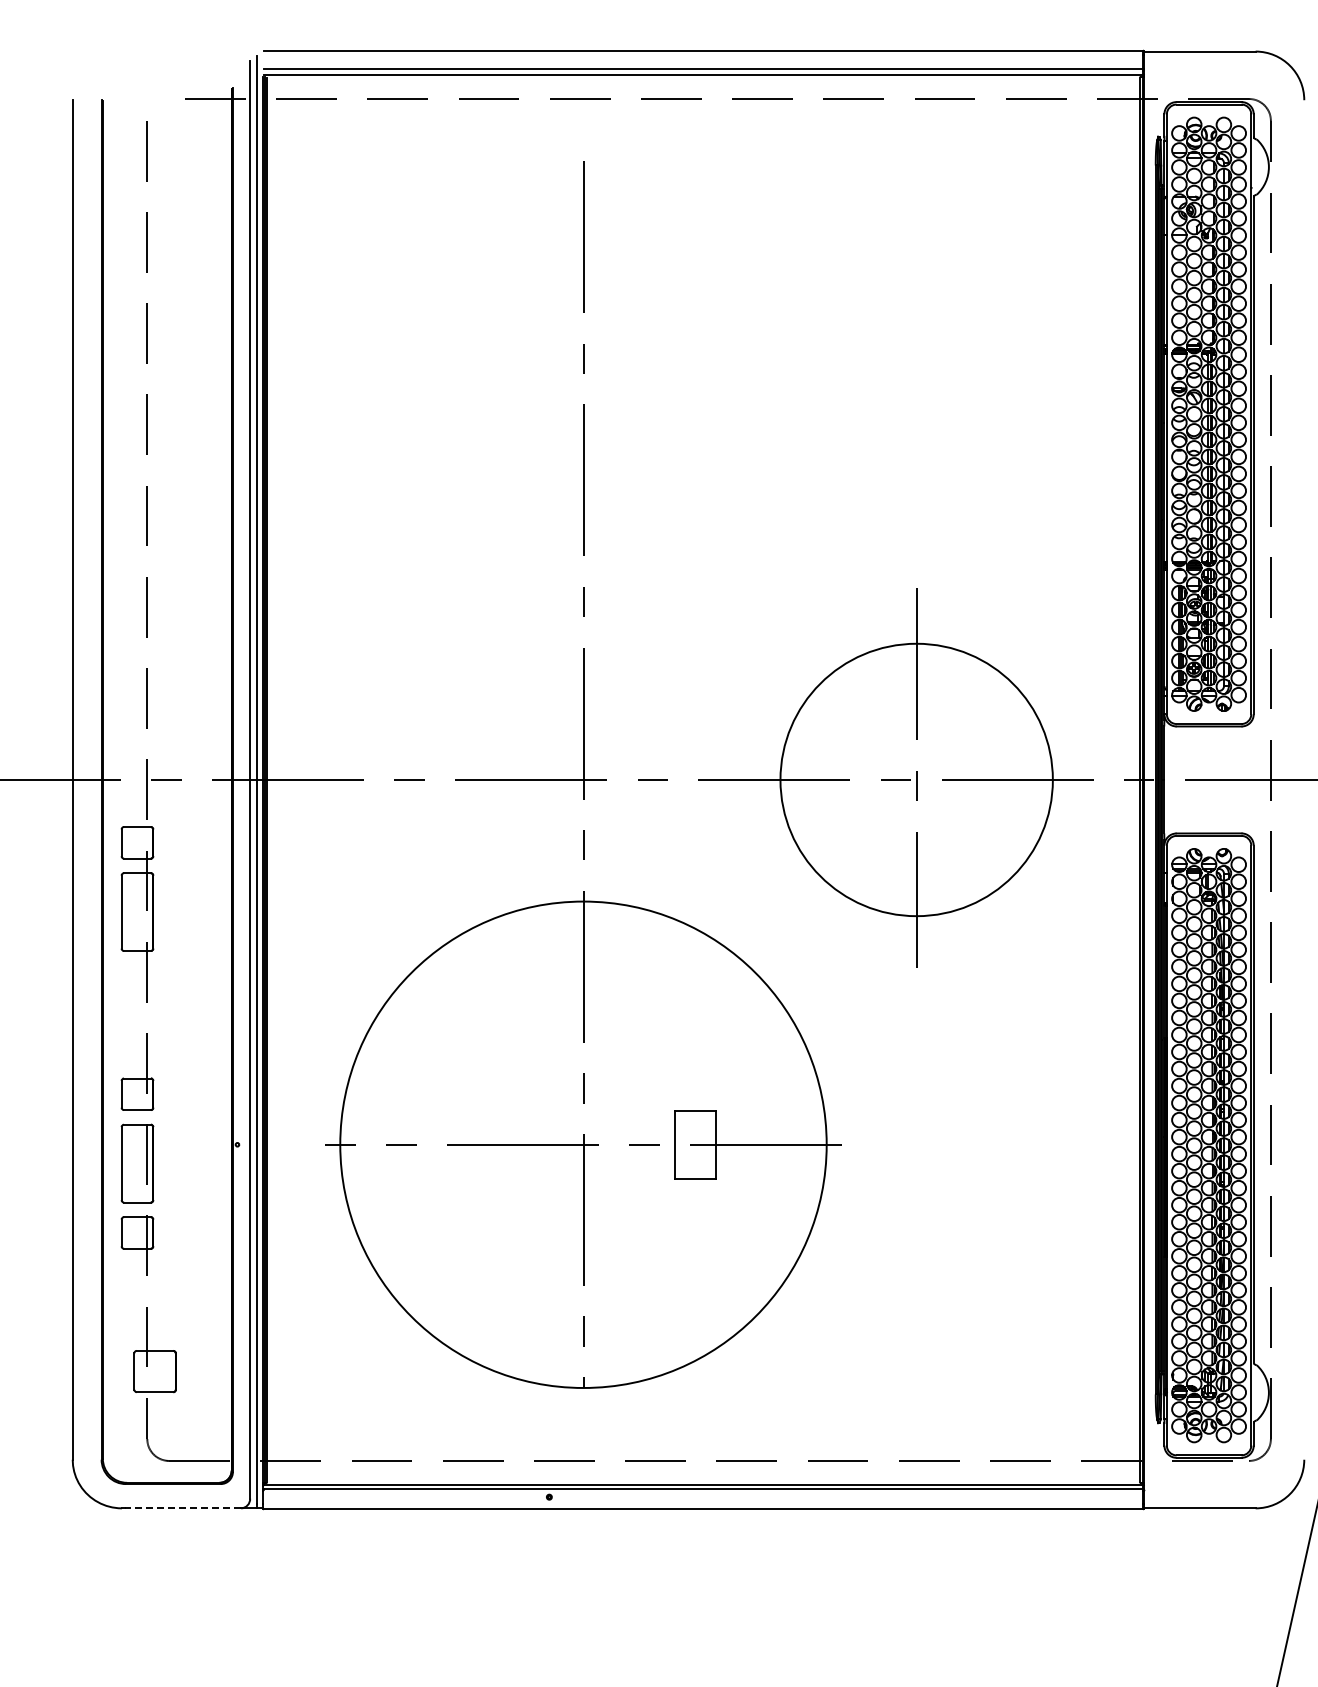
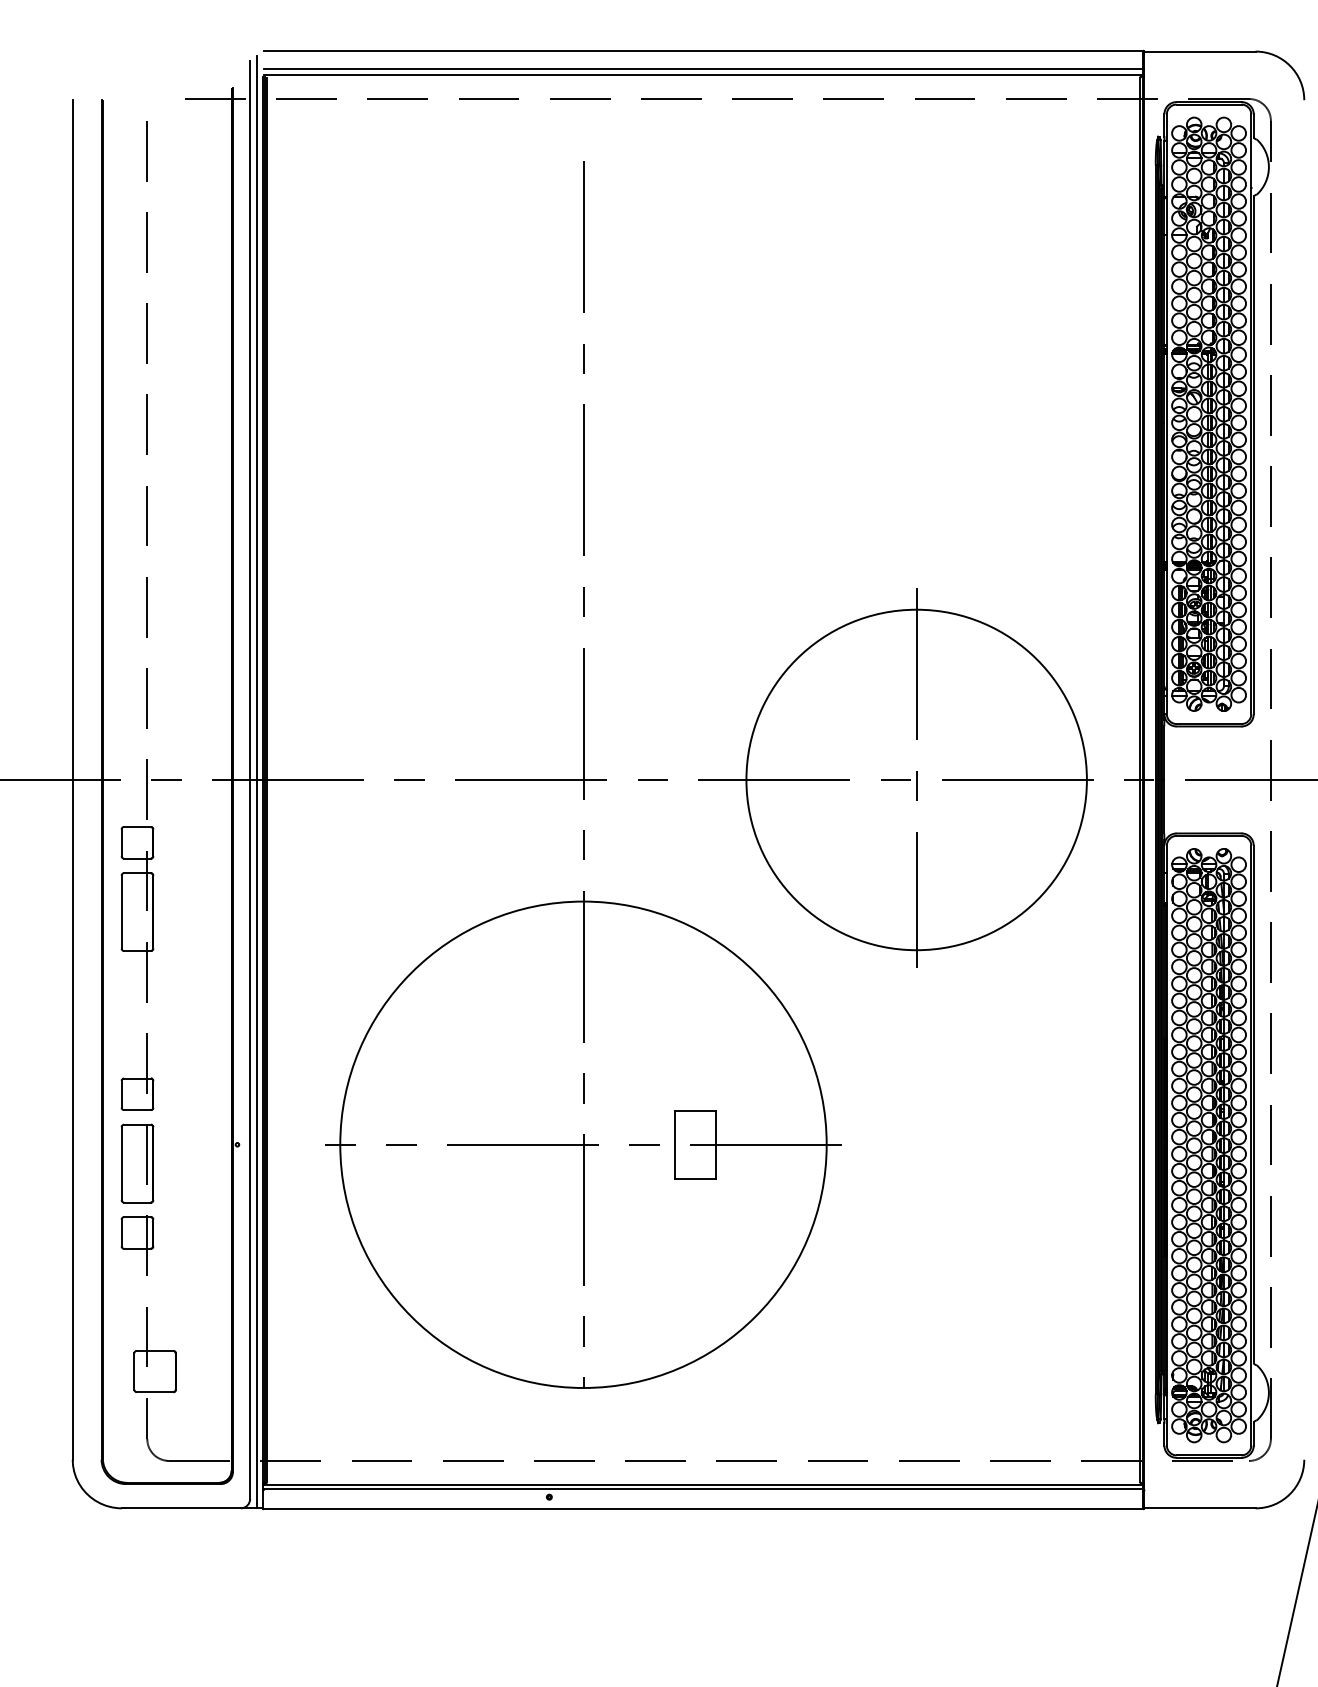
circle at (916, 779) diameter: 272 px -> 340 px
line at (183, 1508): dashed -> solid
